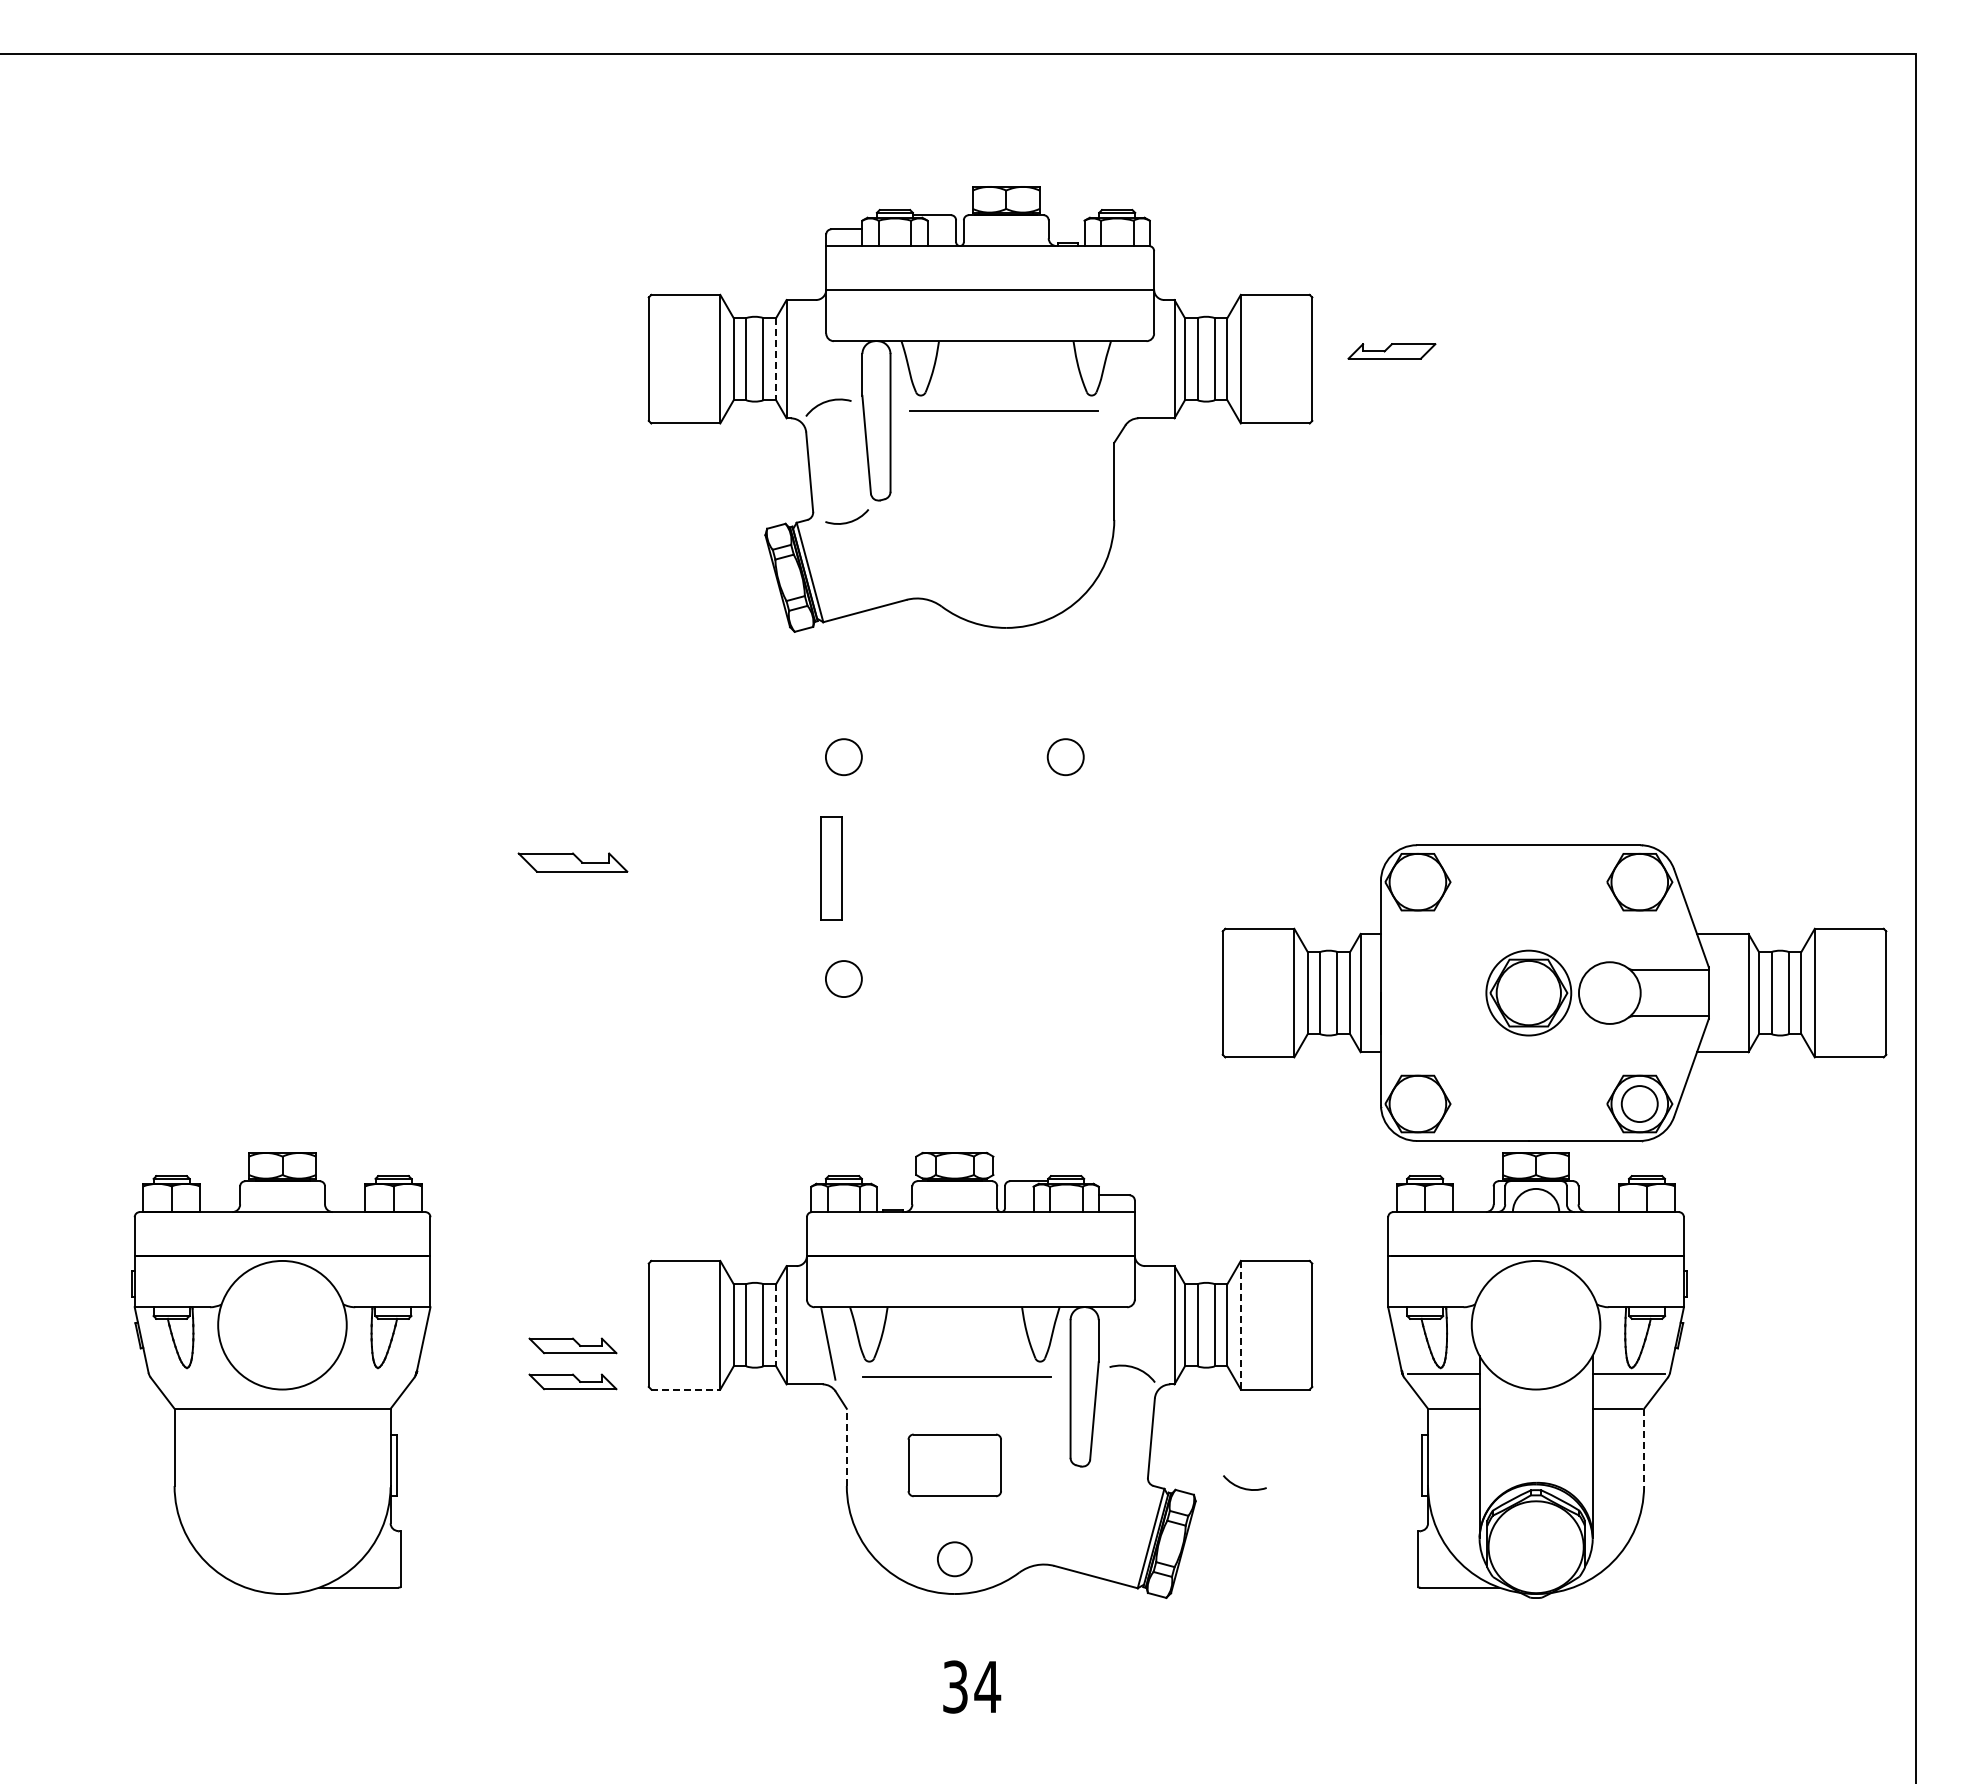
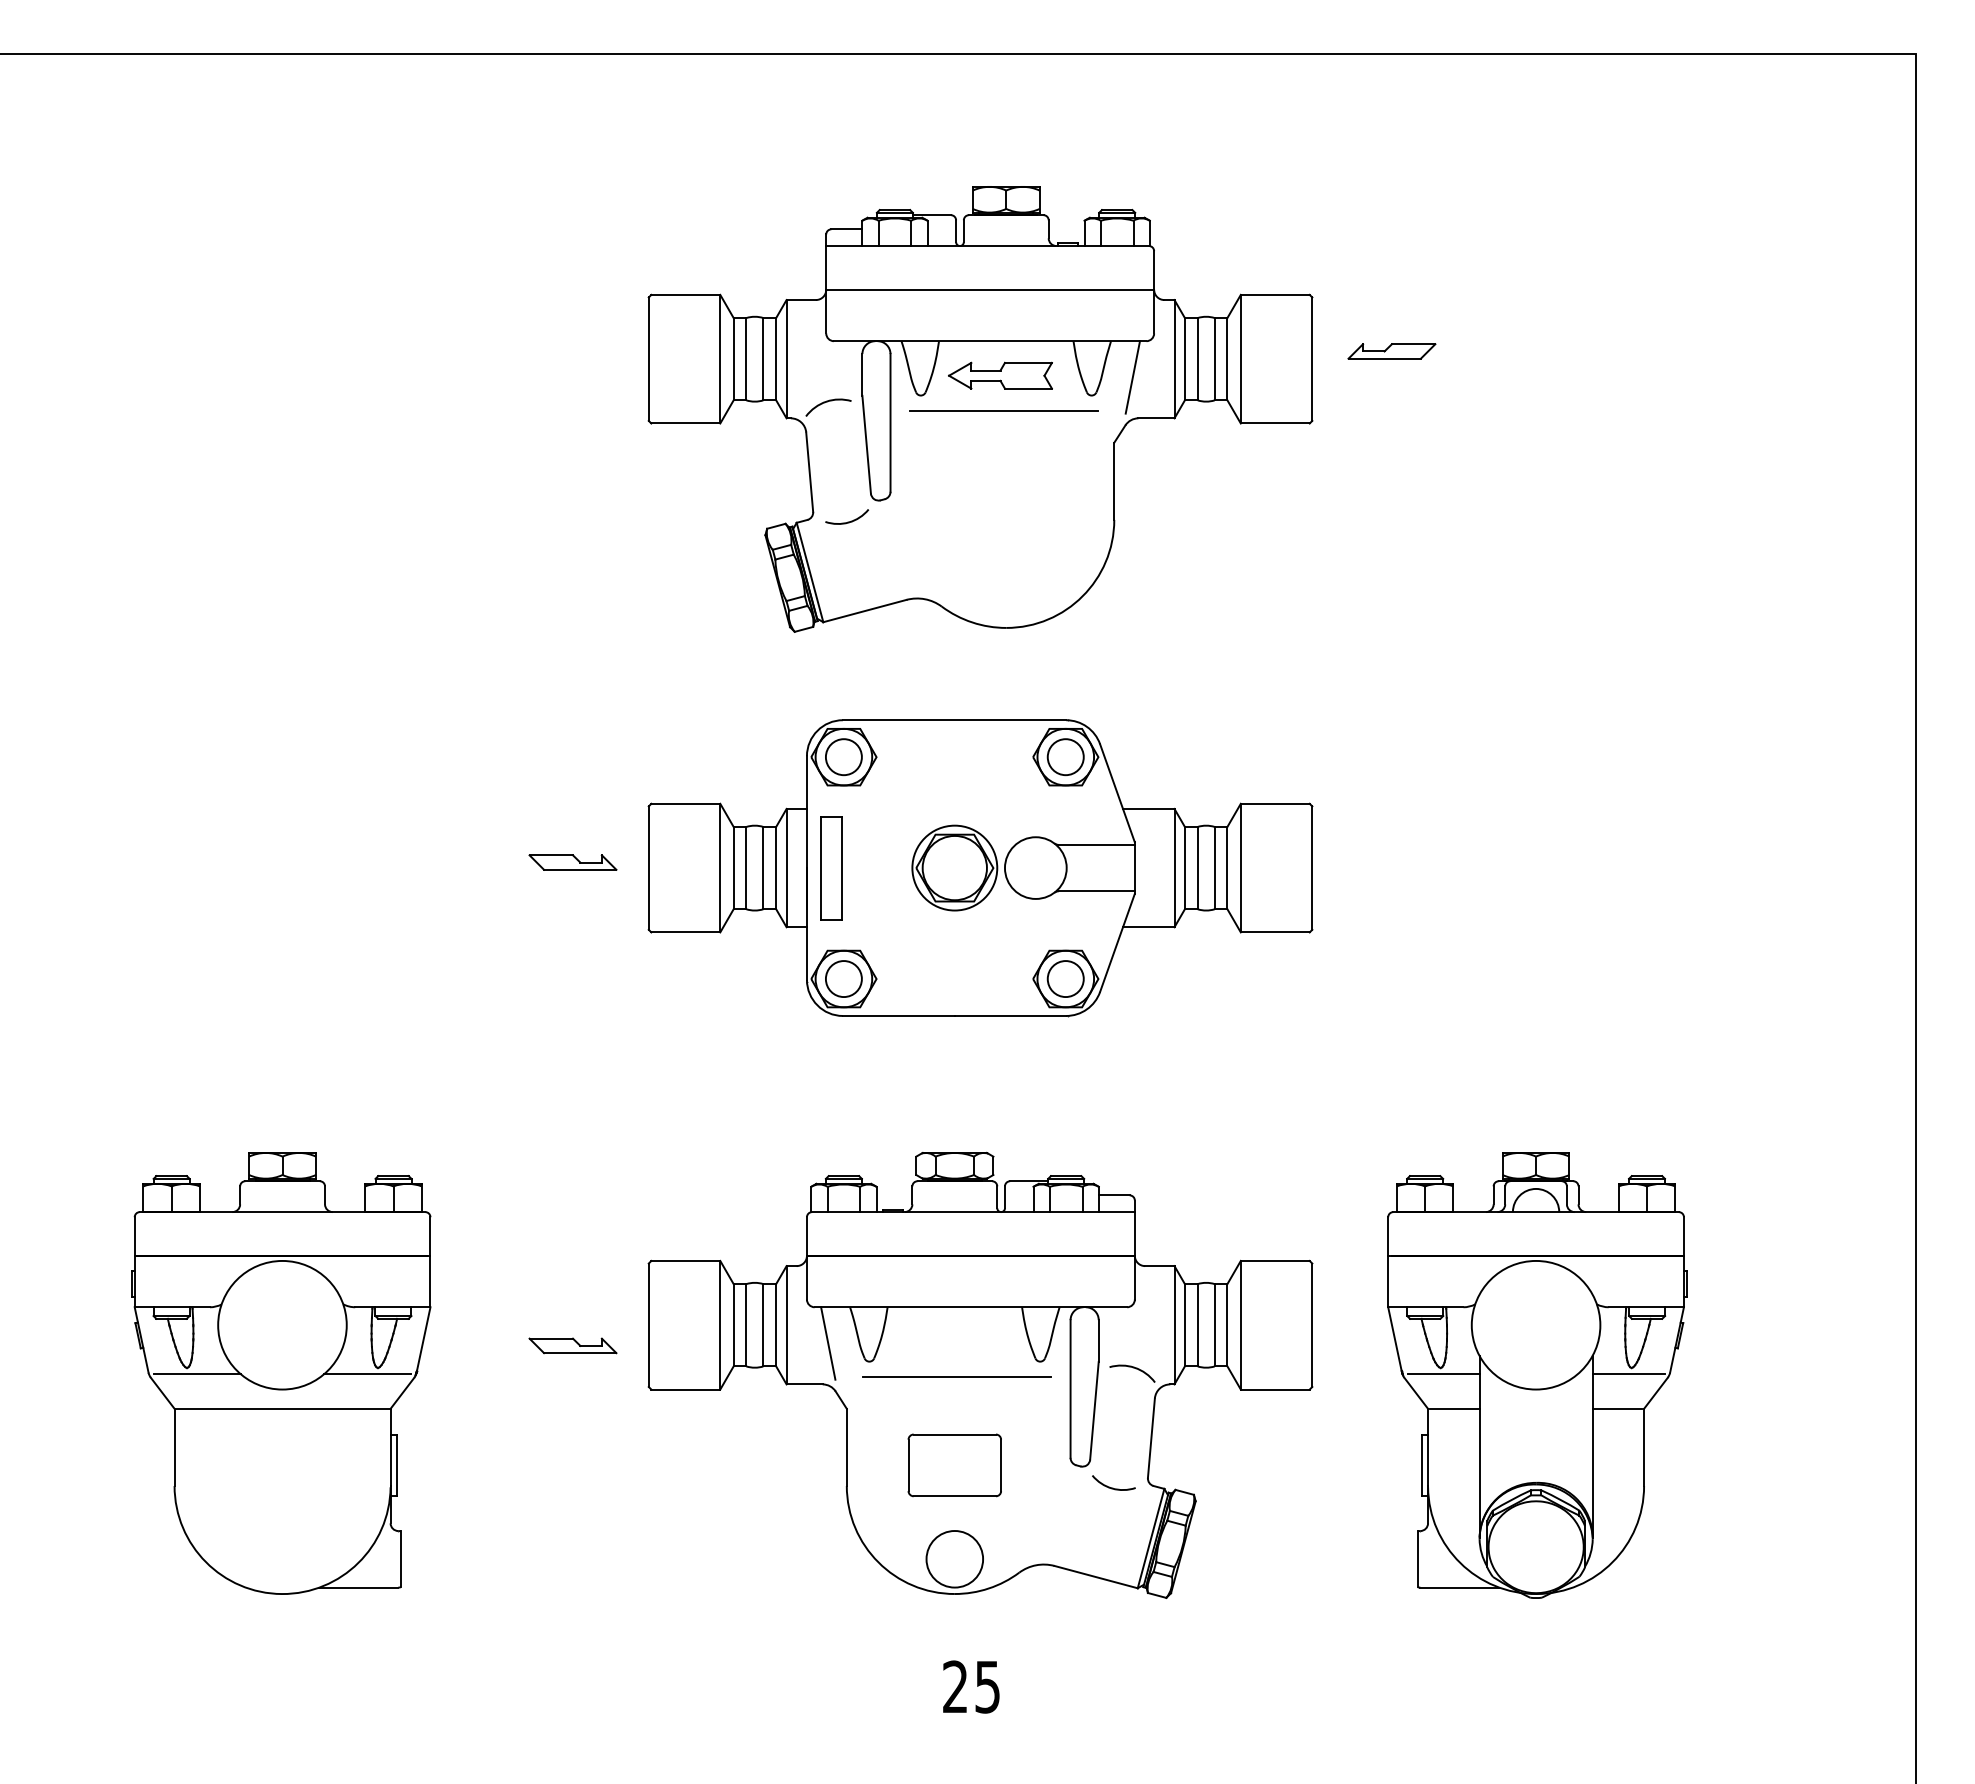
line at (776, 359): dashed -> solid
part at (1000, 375): none -> present
line at (1132, 377): none -> present
part at (572, 862) size: 112x21 px -> 90x17 px
part at (1554, 993) position: (1554, 993) -> (980, 868)
line at (776, 1325): dashed -> solid
line at (1240, 1325): dashed -> solid
line at (197, 1374): none -> present
line at (367, 1374): none -> present
part at (572, 1381): present -> none
line at (686, 1389): dashed -> solid
line at (846, 1447): dashed -> solid
line at (1644, 1447): dashed -> solid
arc at (1244, 1487) position: (1244, 1487) -> (1113, 1487)
circle at (954, 1559) diameter: 34 px -> 57 px
text at (972, 1686): 34 -> 25
